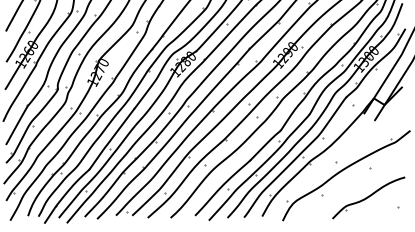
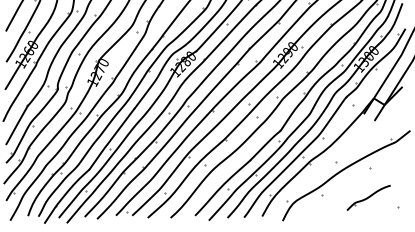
part at (368, 197) size: 74x44 px -> 45x27 px
